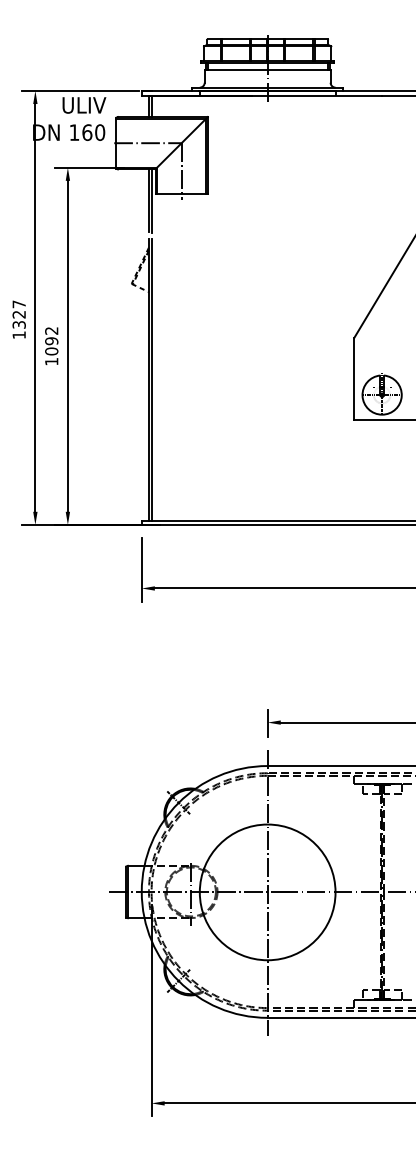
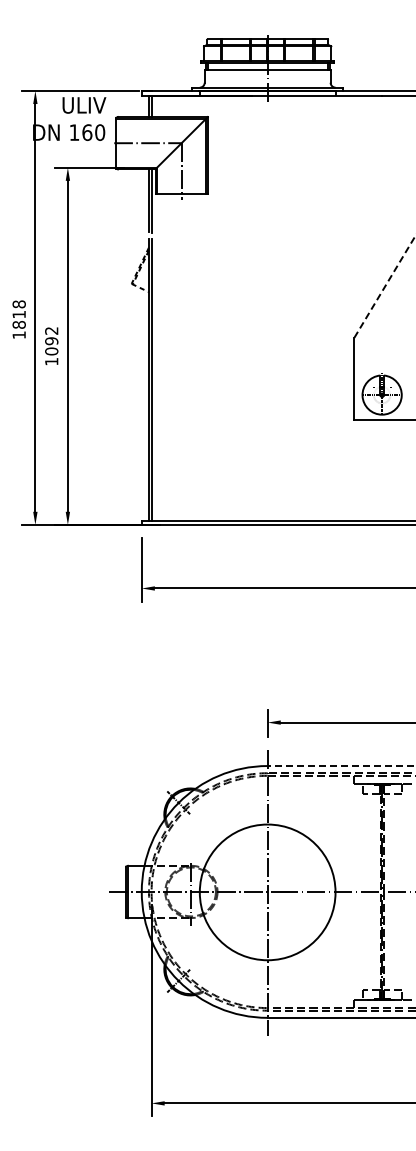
line at (385, 286): solid -> dashed
text at (18, 314): 1327 -> 1818
line at (341, 766): solid -> dashed
